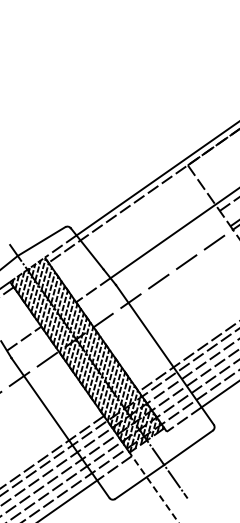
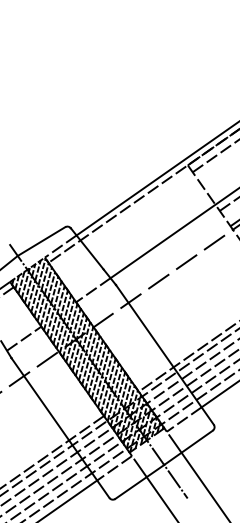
line at (214, 156): none -> present
line at (198, 477): none -> present
line at (156, 491): dashed -> solid
